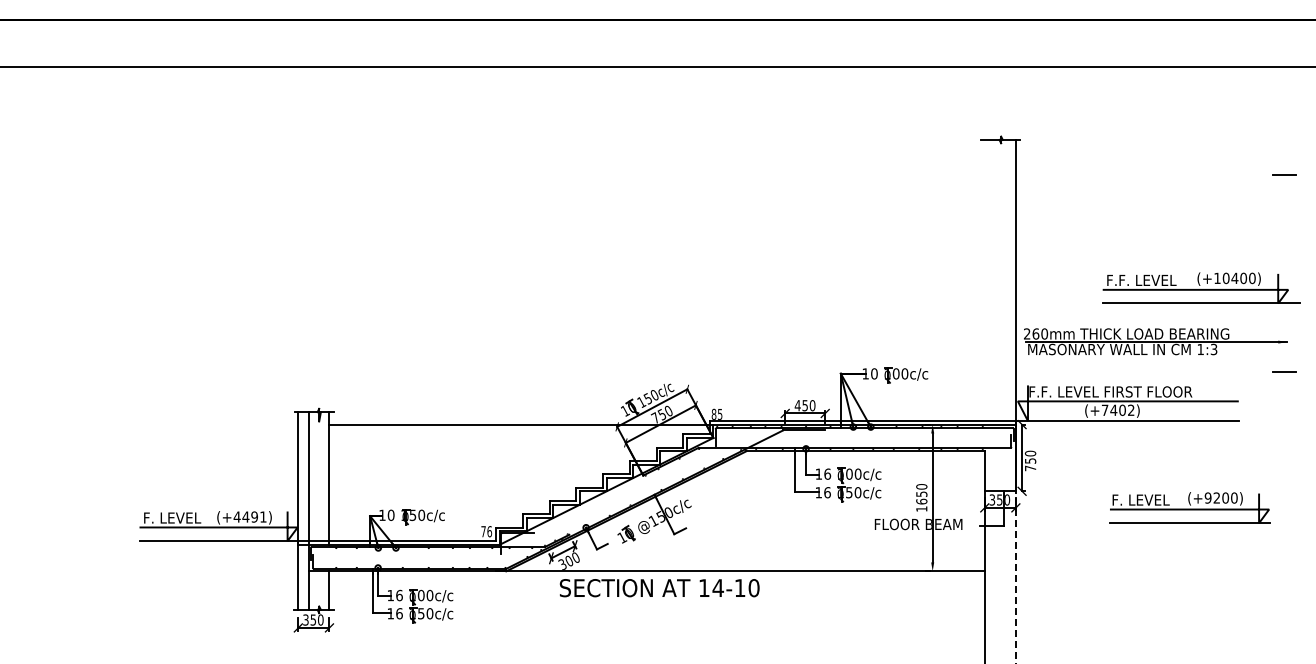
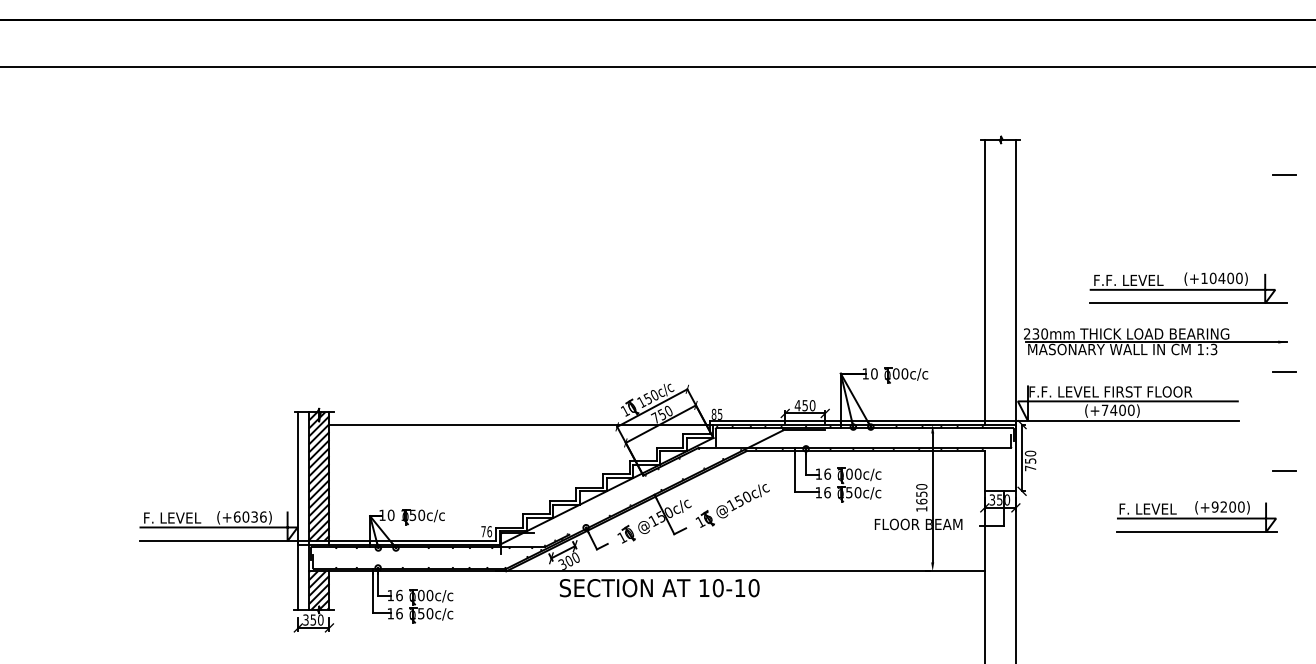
line at (984, 281): none -> present
part at (1201, 287) position: (1201, 287) -> (1188, 287)
text at (1035, 333): 260mm -> 230mm
text at (1130, 409): (+7402) -> (+7400)
line at (1284, 470): none -> present
hatch at (319, 475): none -> present
part at (732, 505): none -> present
part at (1189, 507) position: (1189, 507) -> (1196, 516)
text at (249, 516): (+4491) -> (+6036)
line at (1015, 577): dashed -> solid
text at (717, 588): 14-10 -> 10-10
hatch at (319, 591): none -> present
